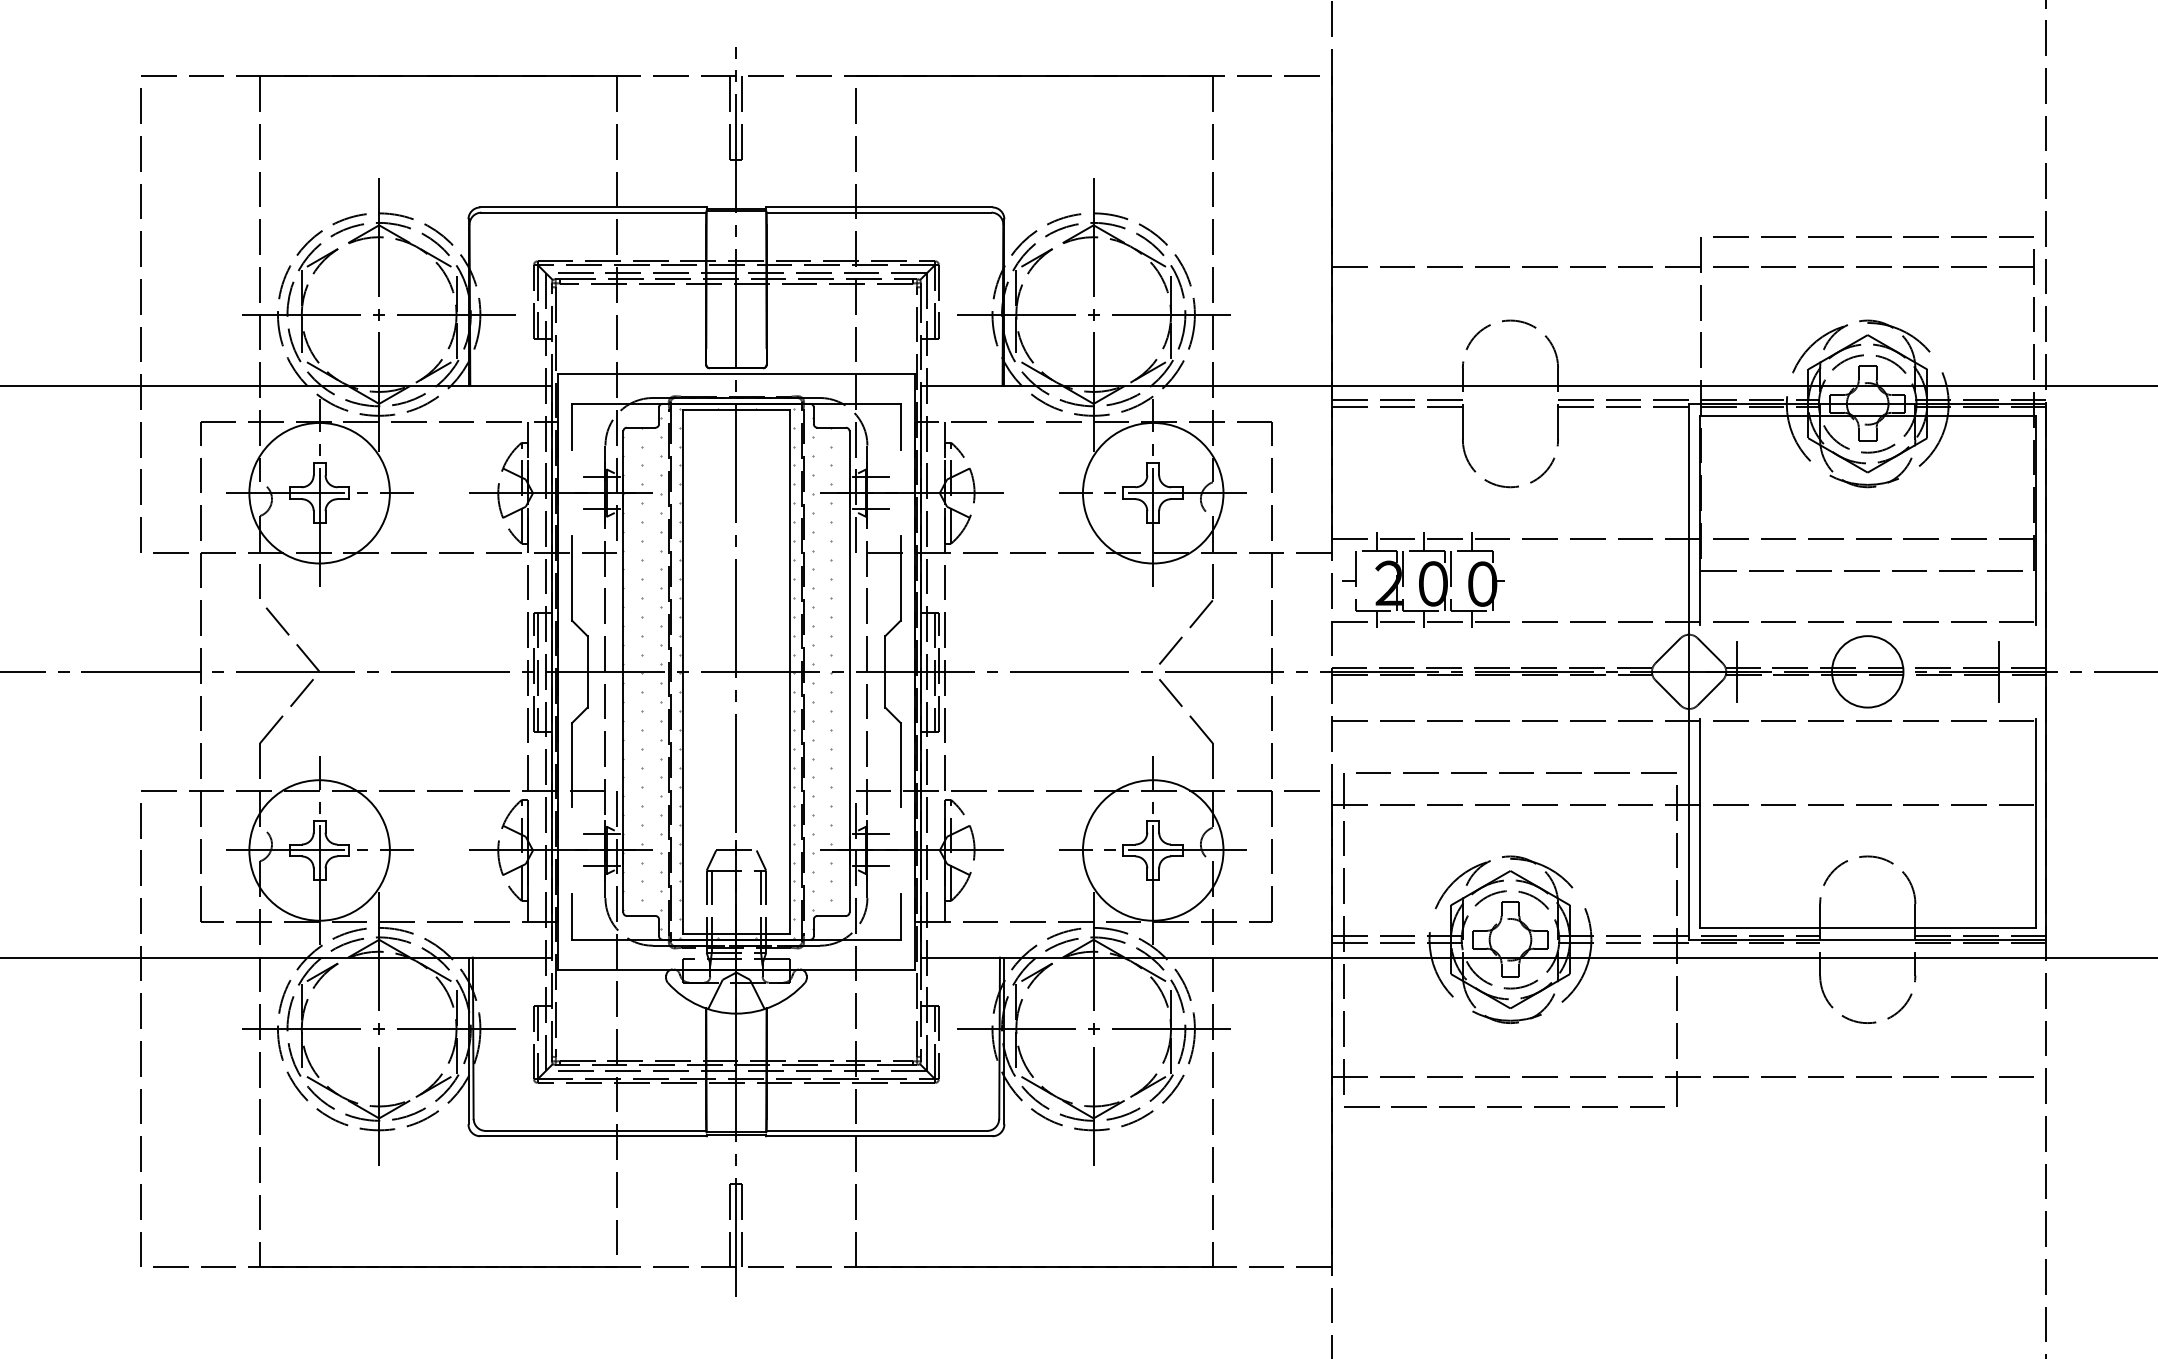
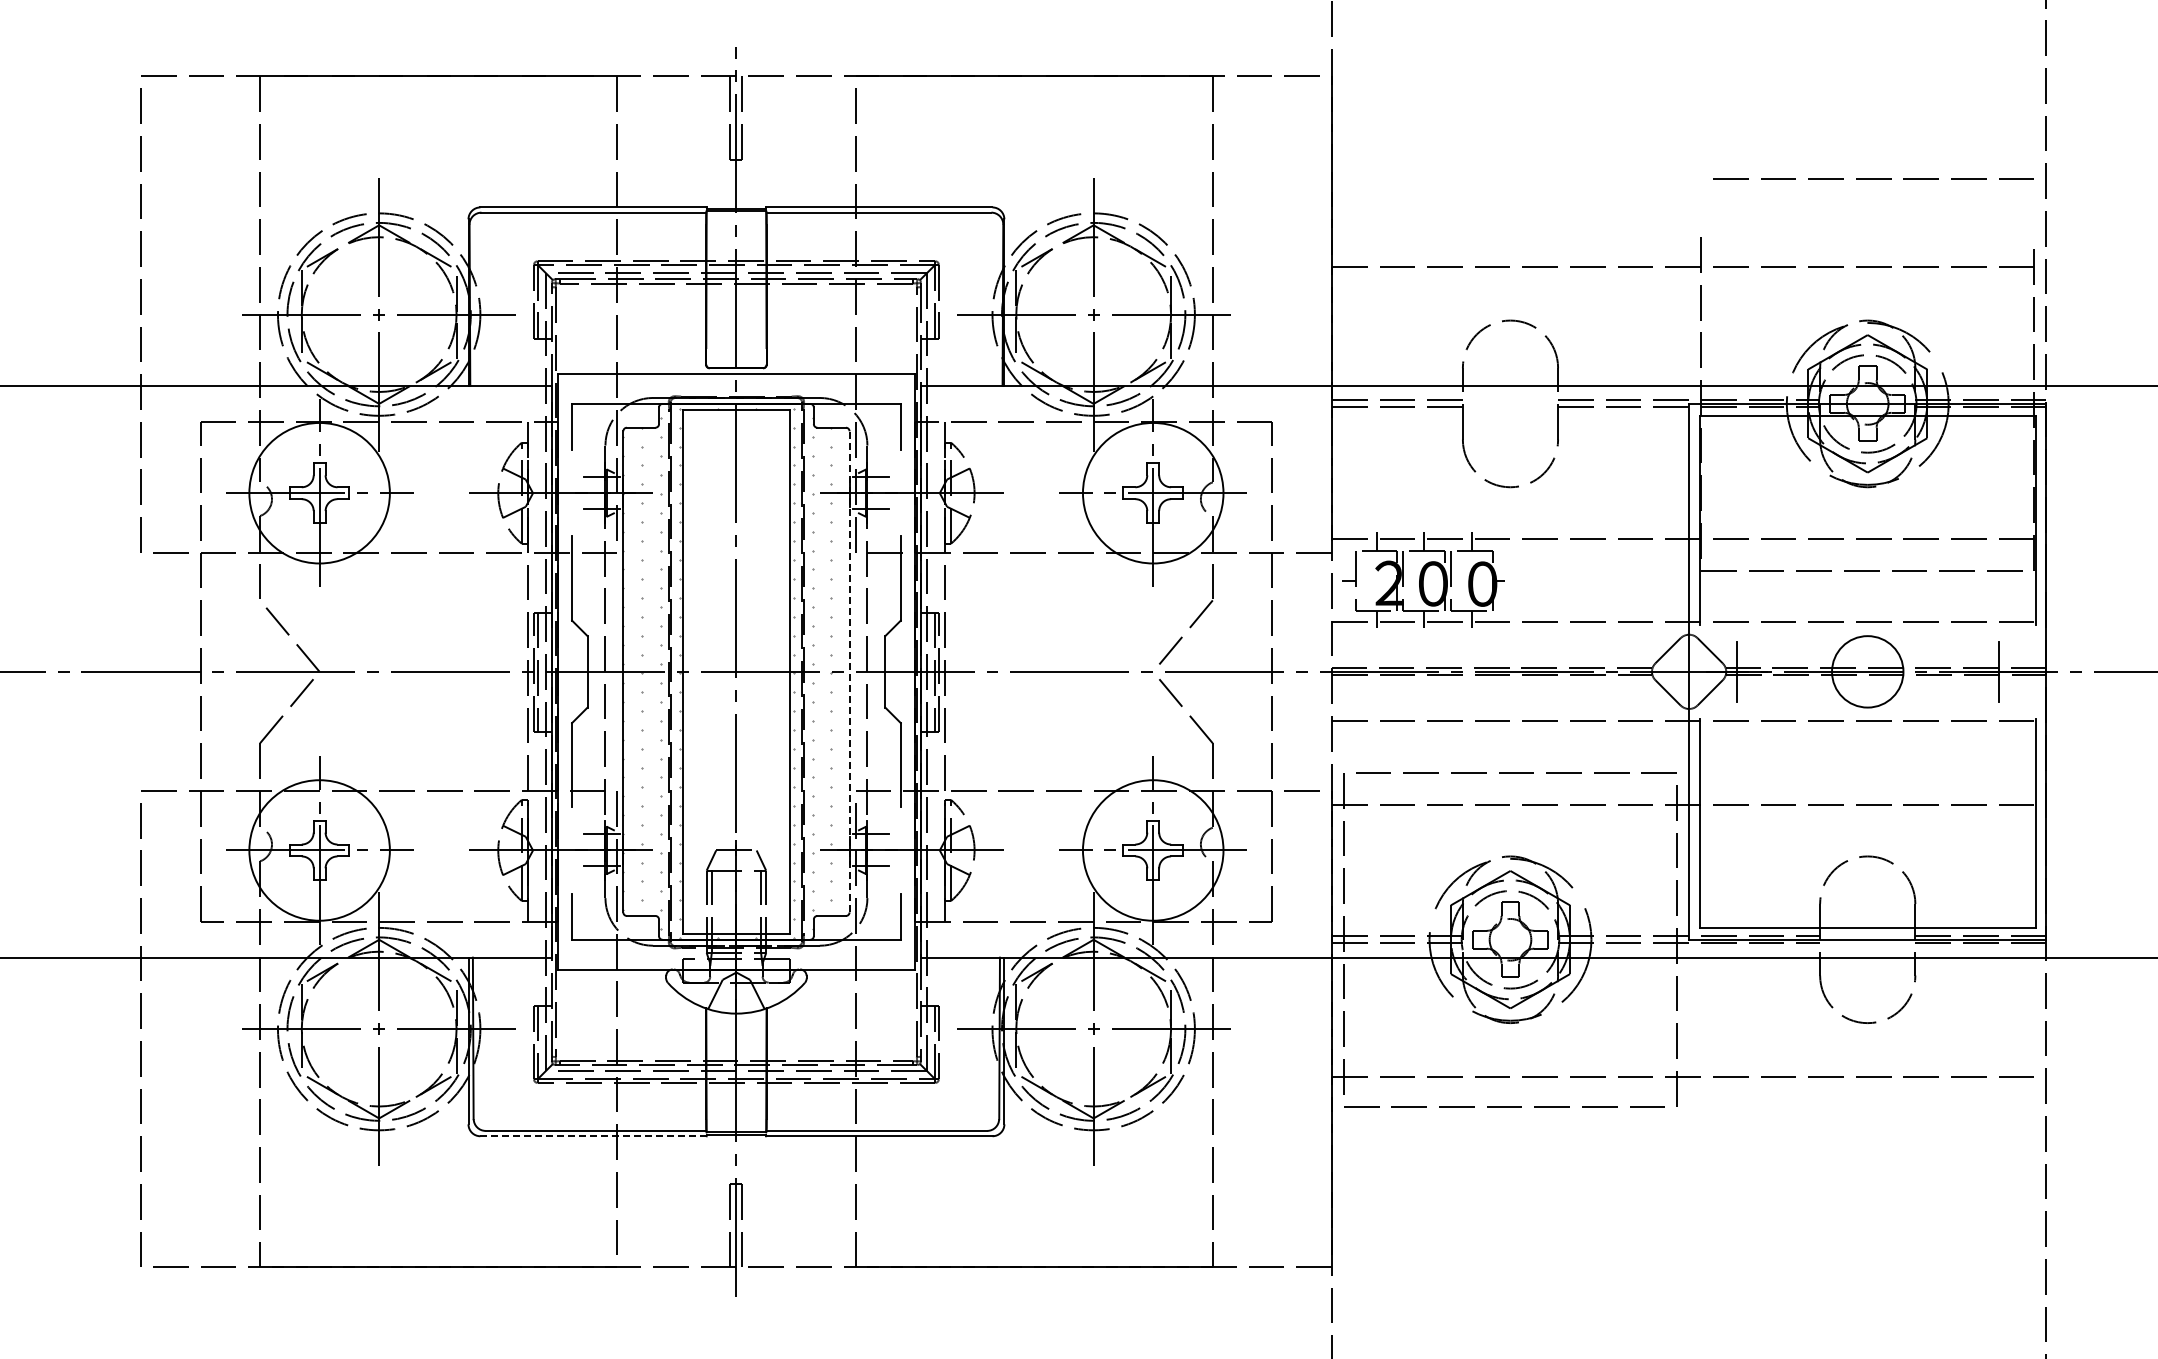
line at (1873, 236) position: (1873, 236) -> (1873, 178)
line at (849, 671): solid -> dashed
line at (592, 1136): solid -> dashed
